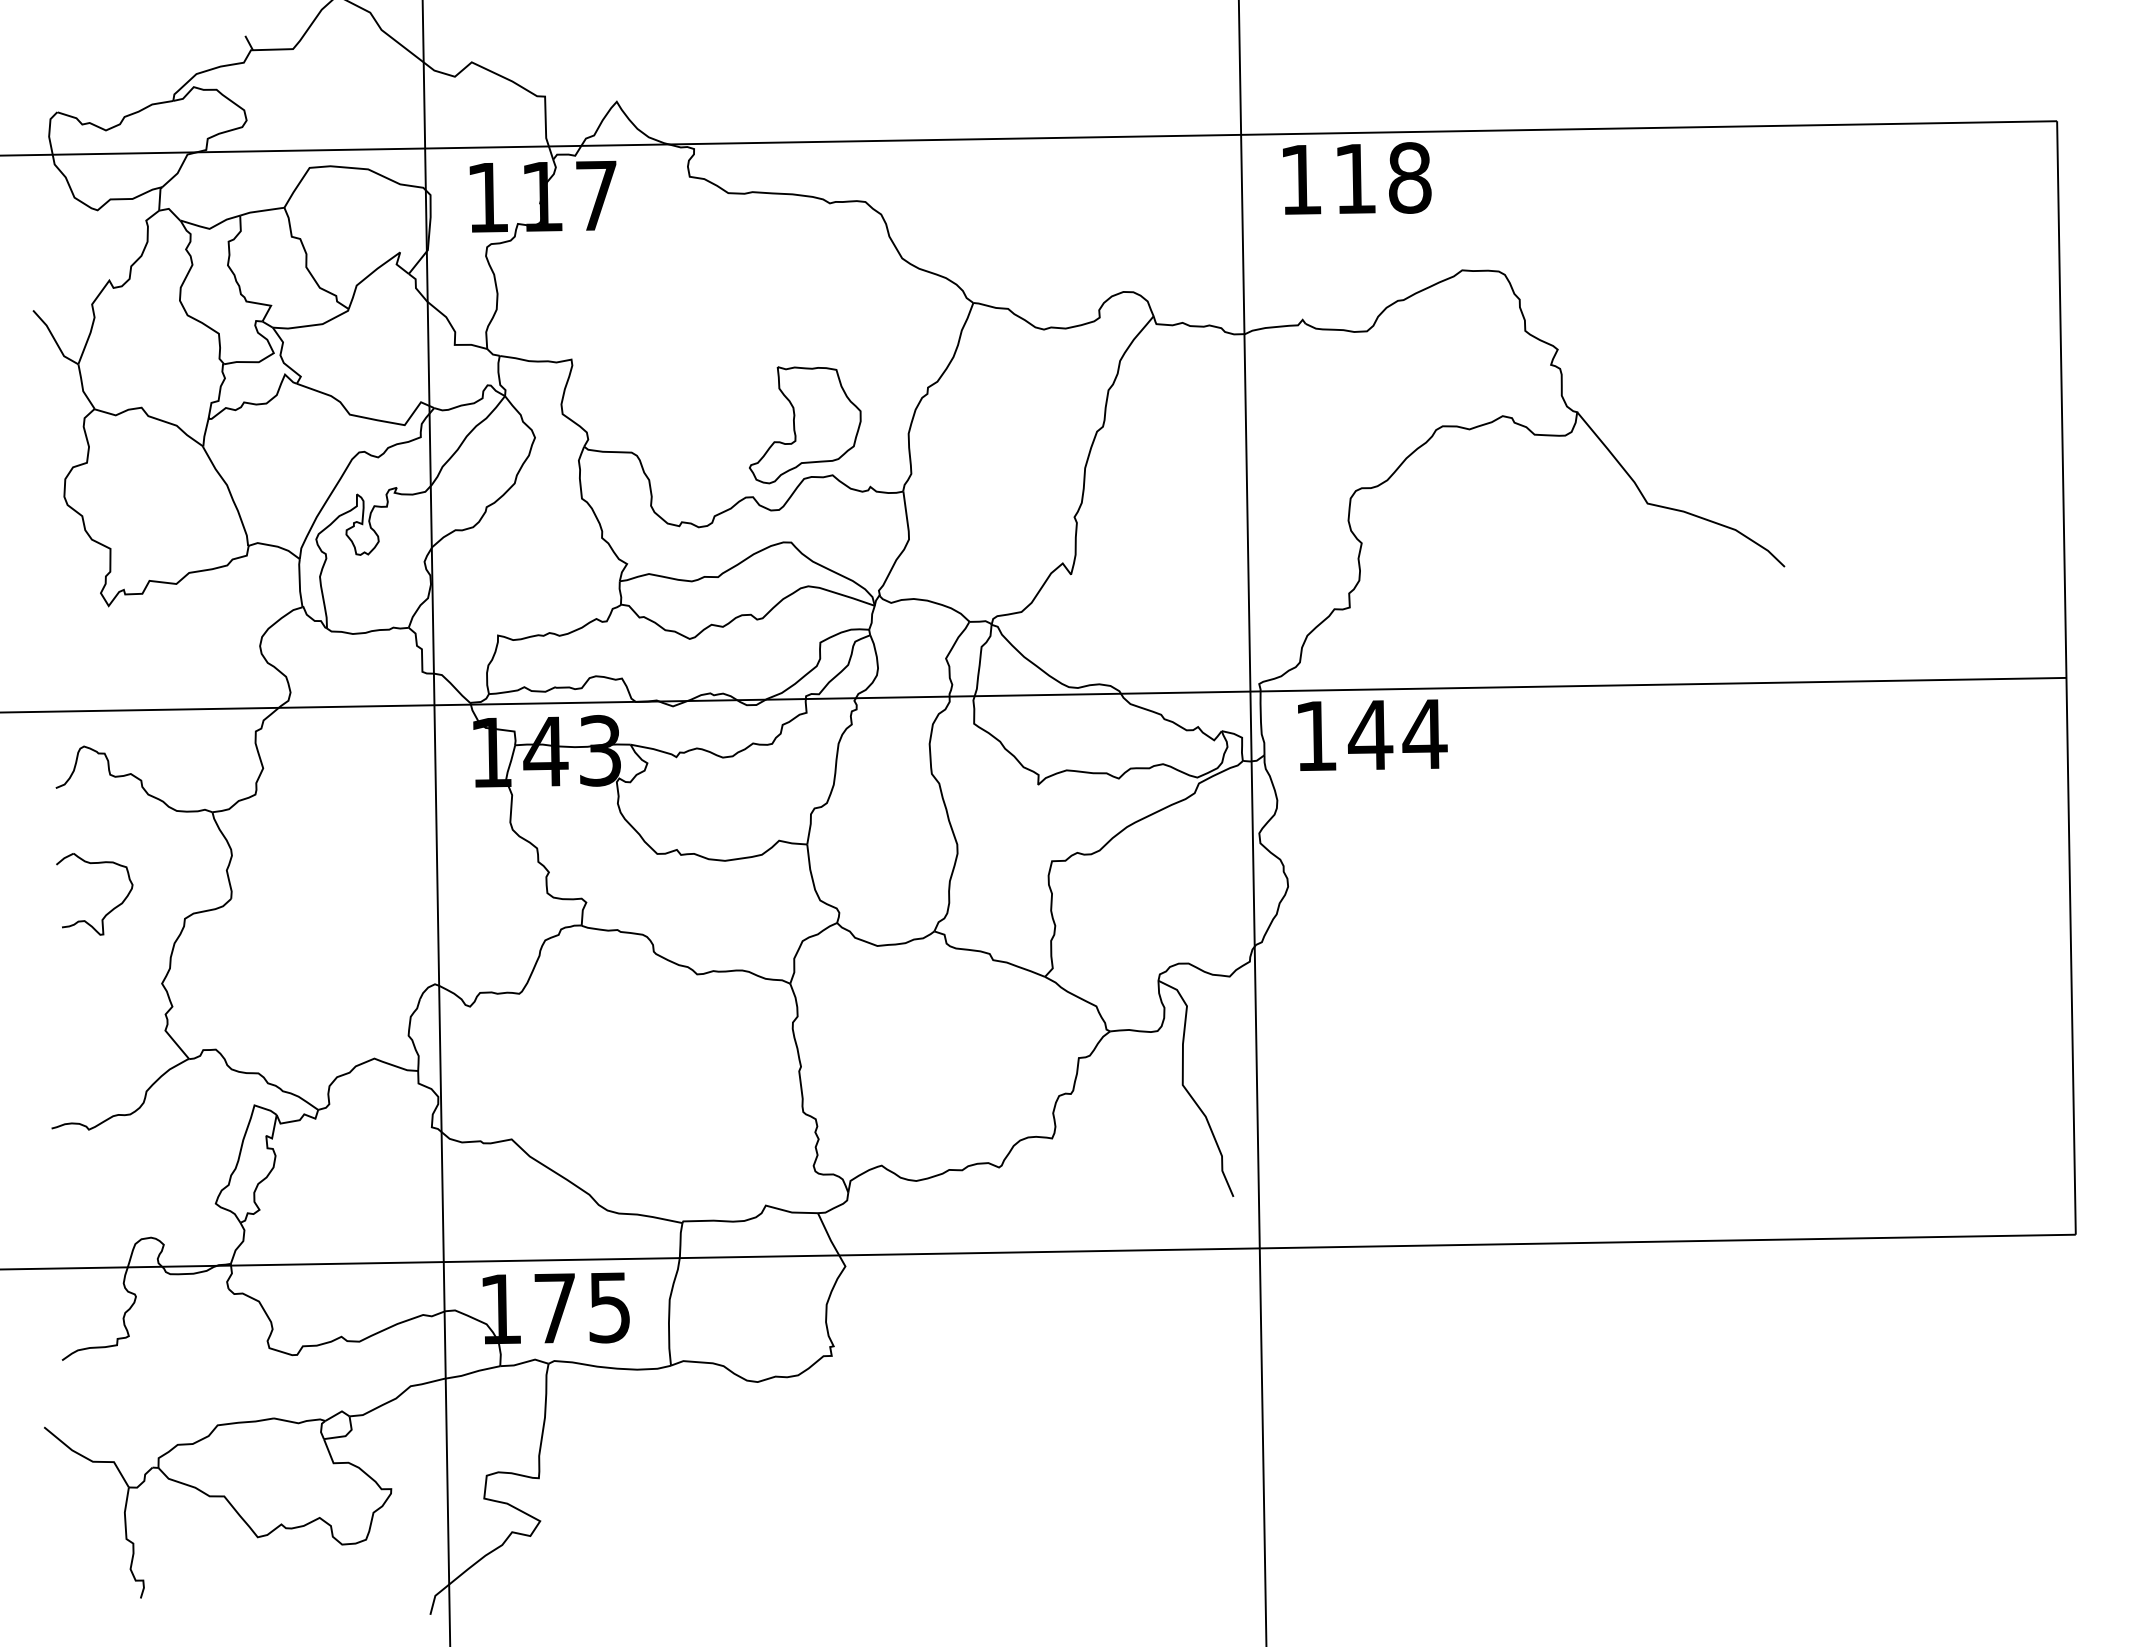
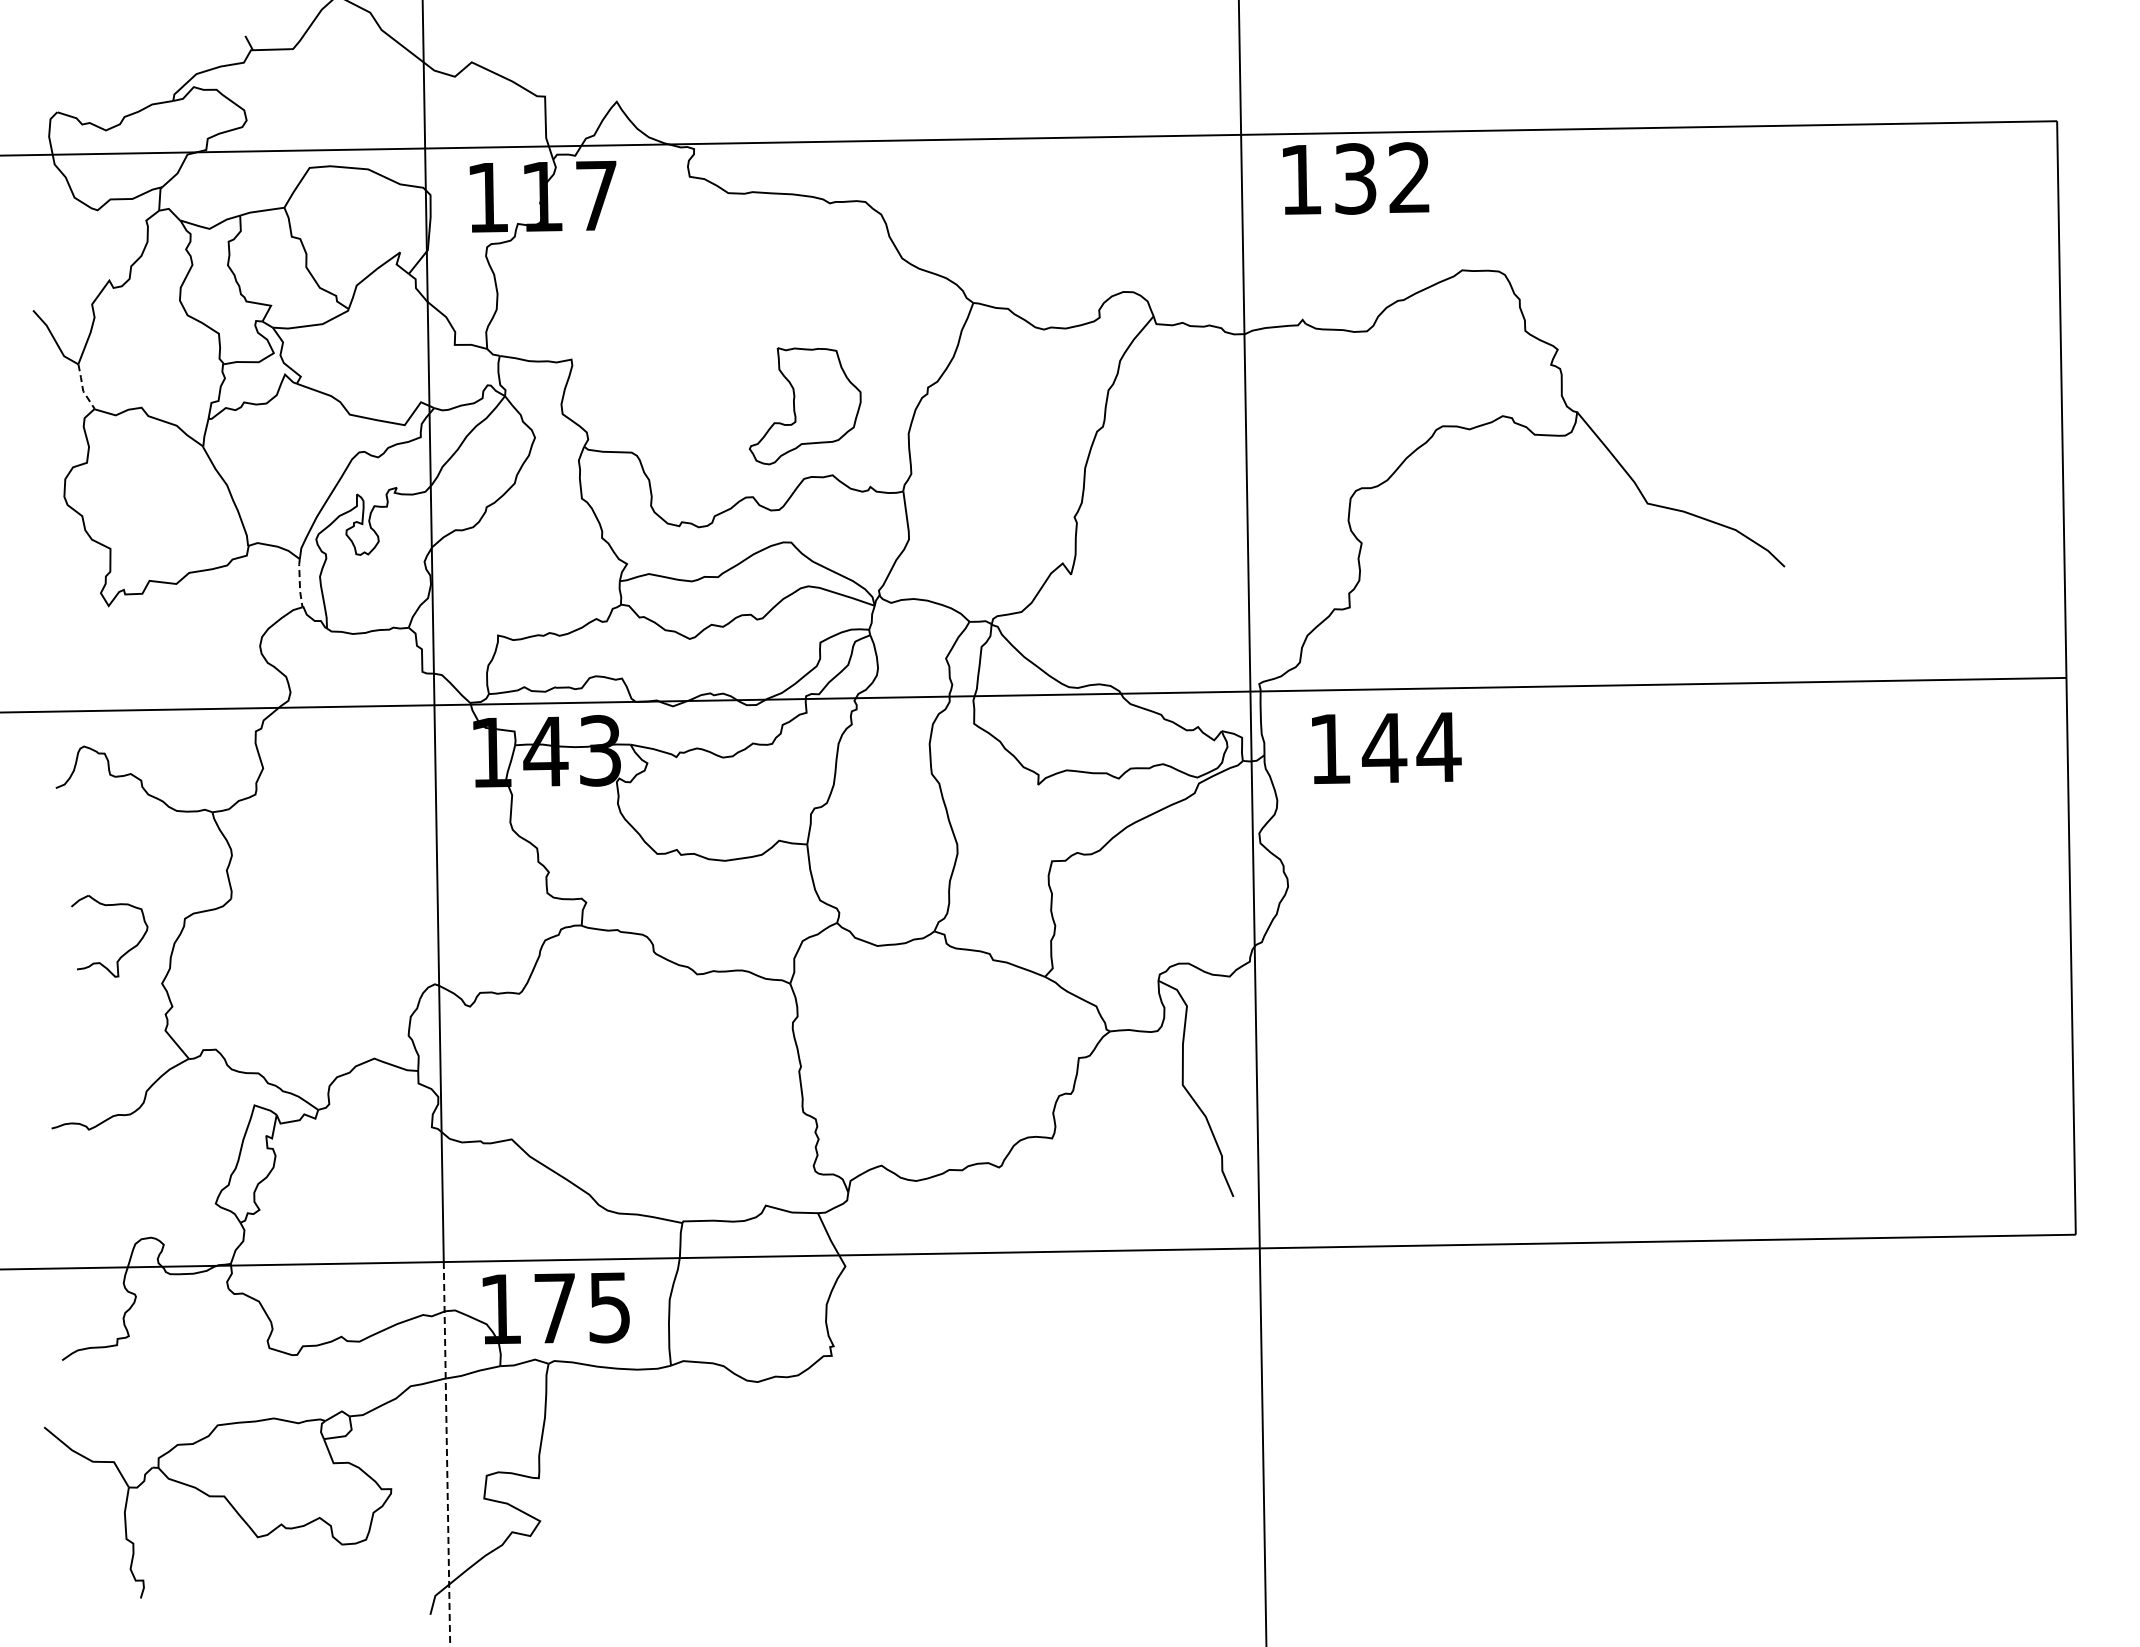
text at (1383, 178): 118 -> 132
line at (82, 388): solid -> dashed
part at (805, 425) position: (805, 425) -> (805, 406)
line at (299, 583): solid -> dashed
text at (1372, 734) position: (1372, 734) -> (1386, 747)
part at (107, 912) position: (107, 912) -> (122, 954)
line at (447, 1454): solid -> dashed
